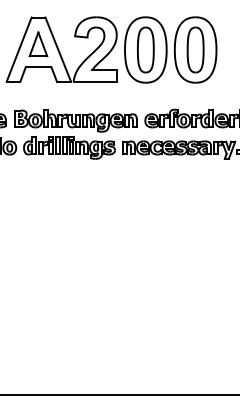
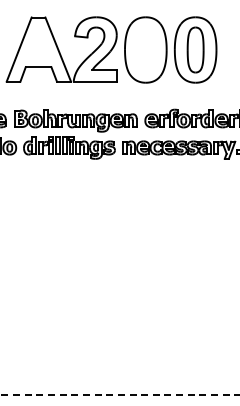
part at (38, 44): present -> none
part at (145, 49): present -> none
line at (119, 395): solid -> dashed
